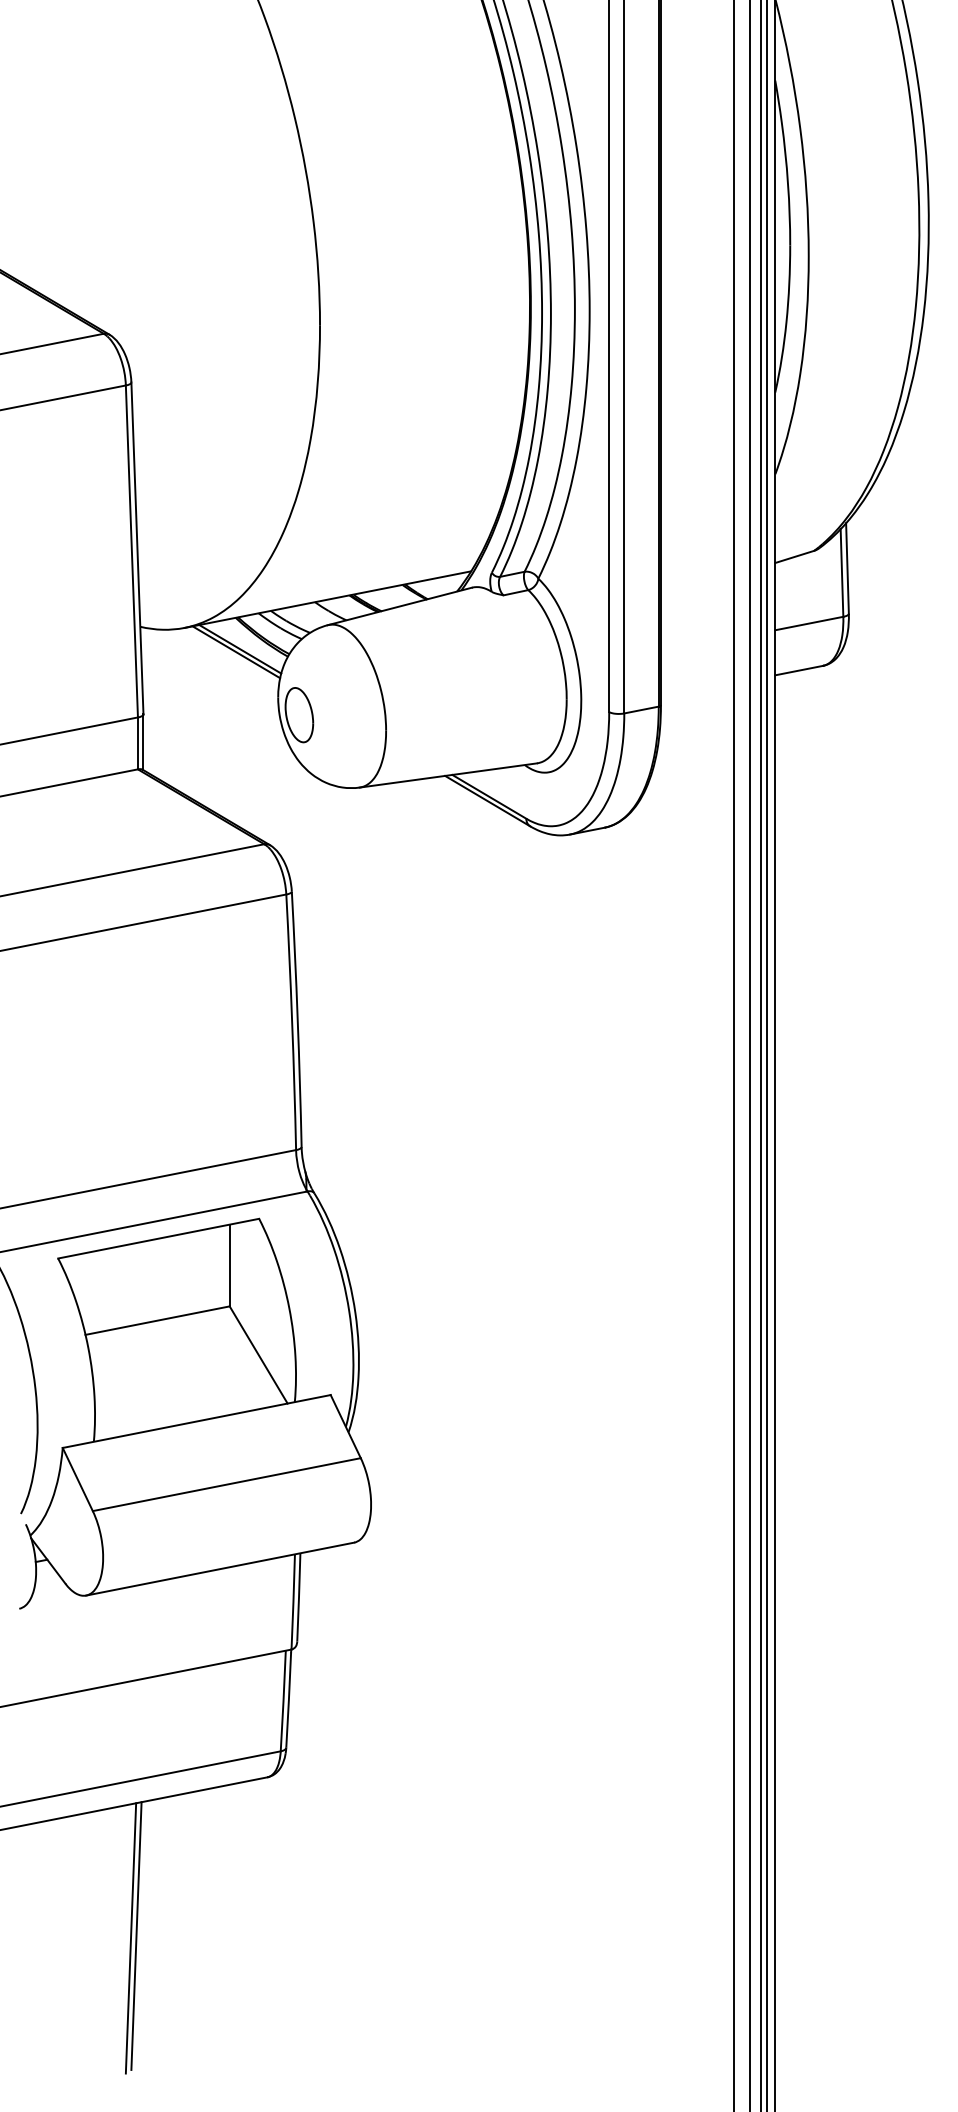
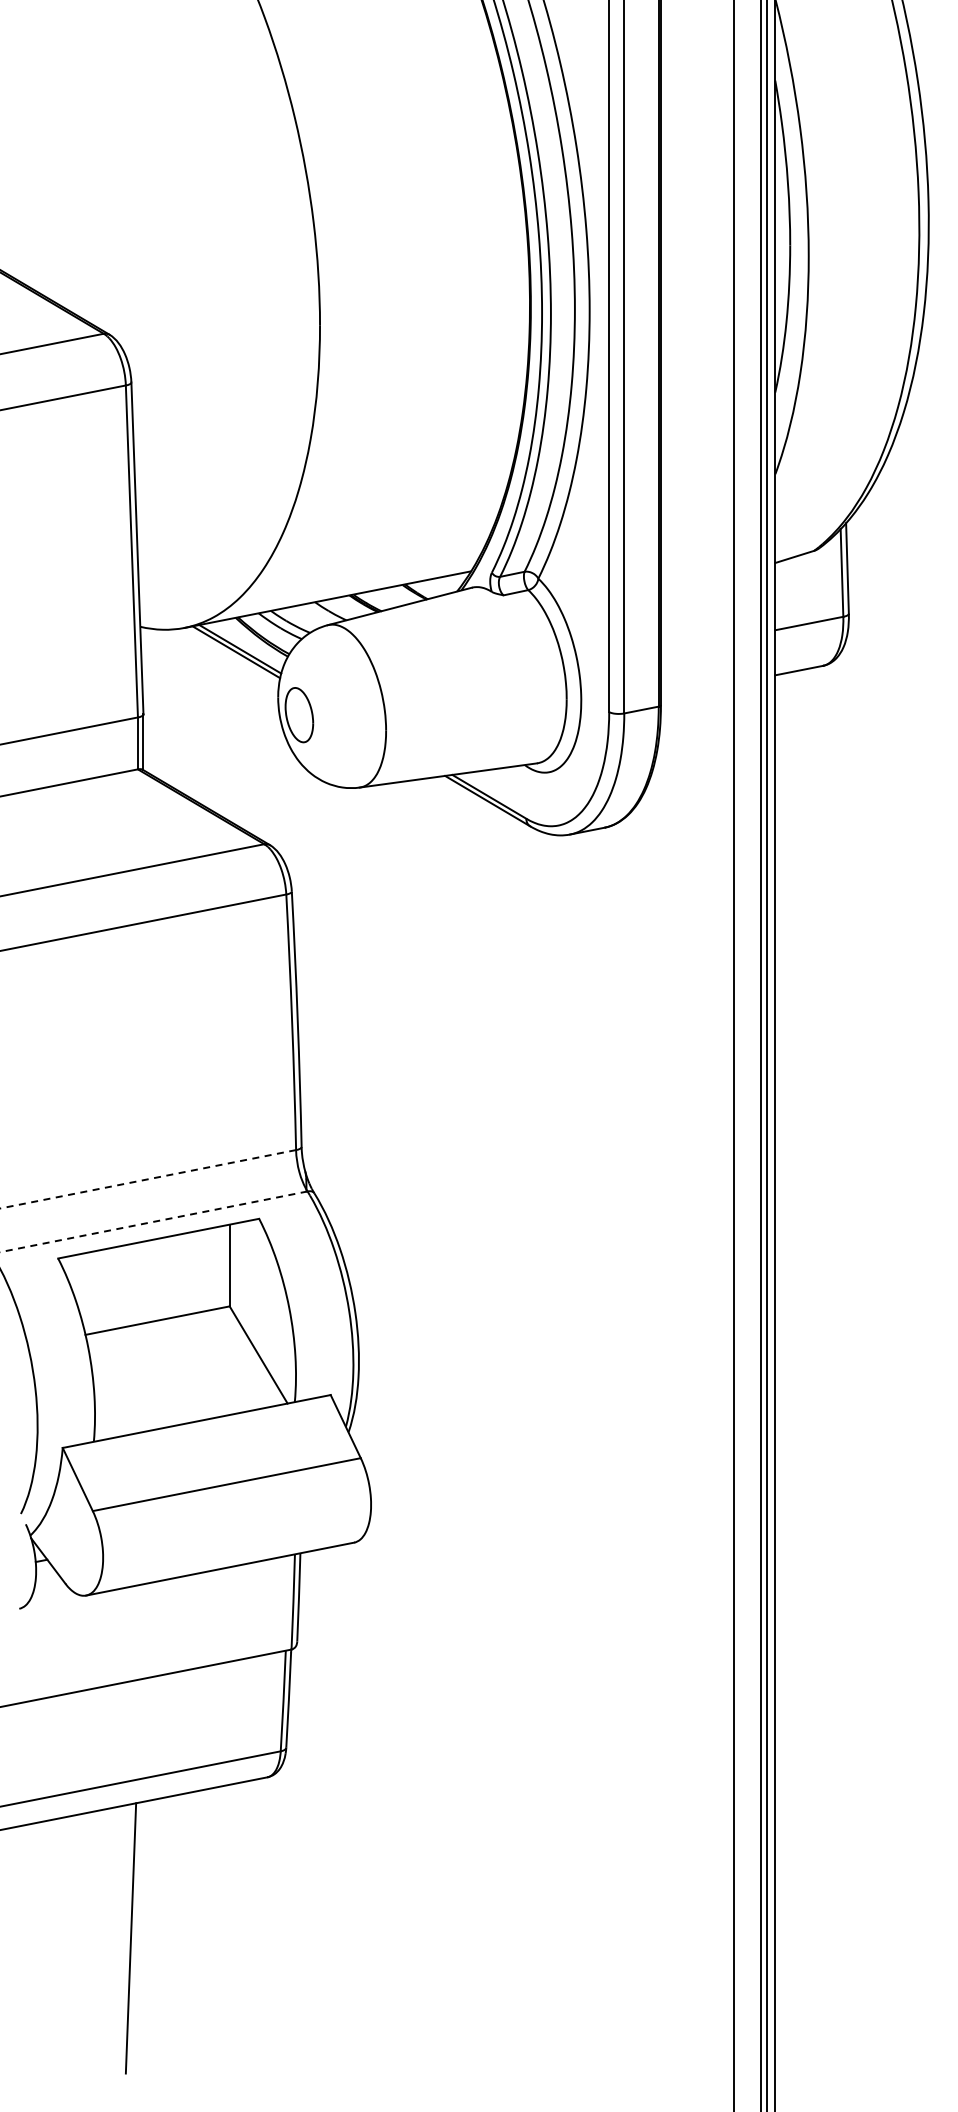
line at (749, 1055): present -> none
line at (148, 1179): solid -> dashed
line at (153, 1221): solid -> dashed
line at (136, 1935): present -> none
